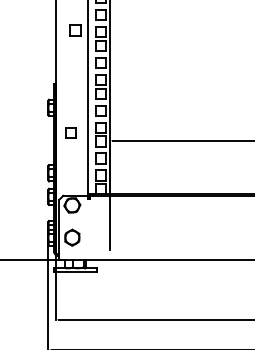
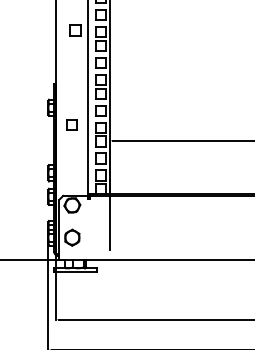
part at (70, 132) position: (70, 132) -> (71, 124)
